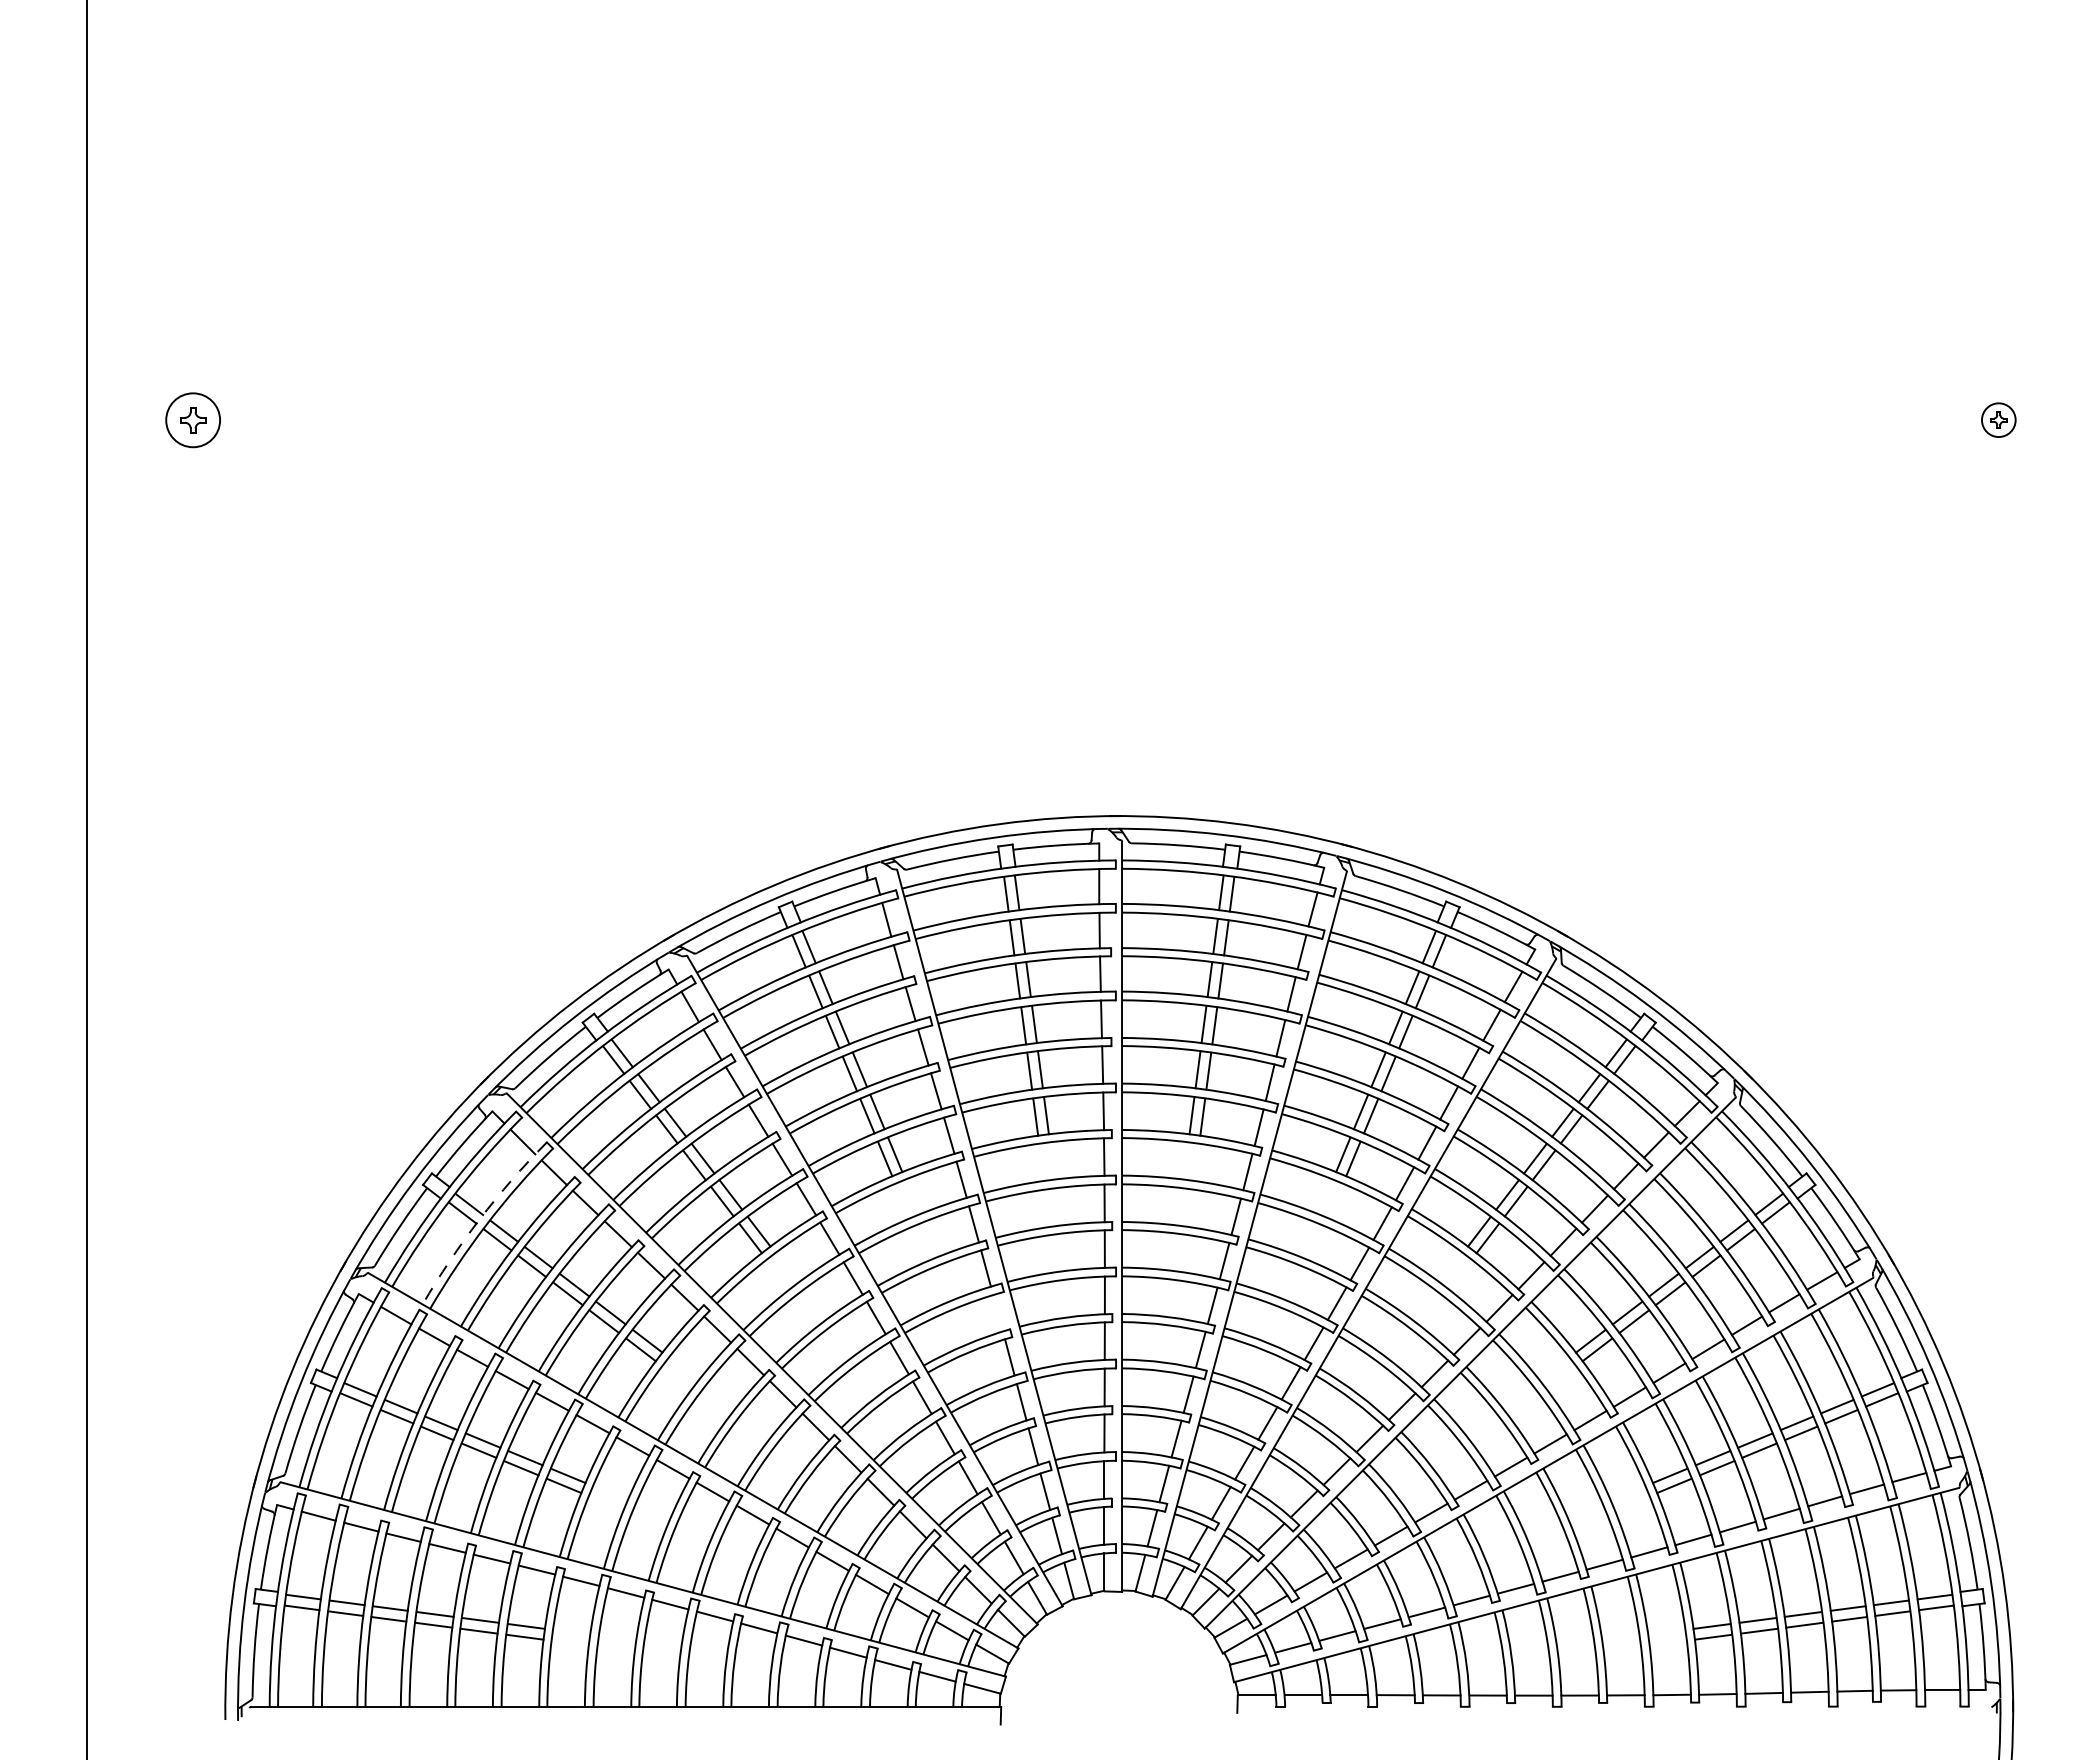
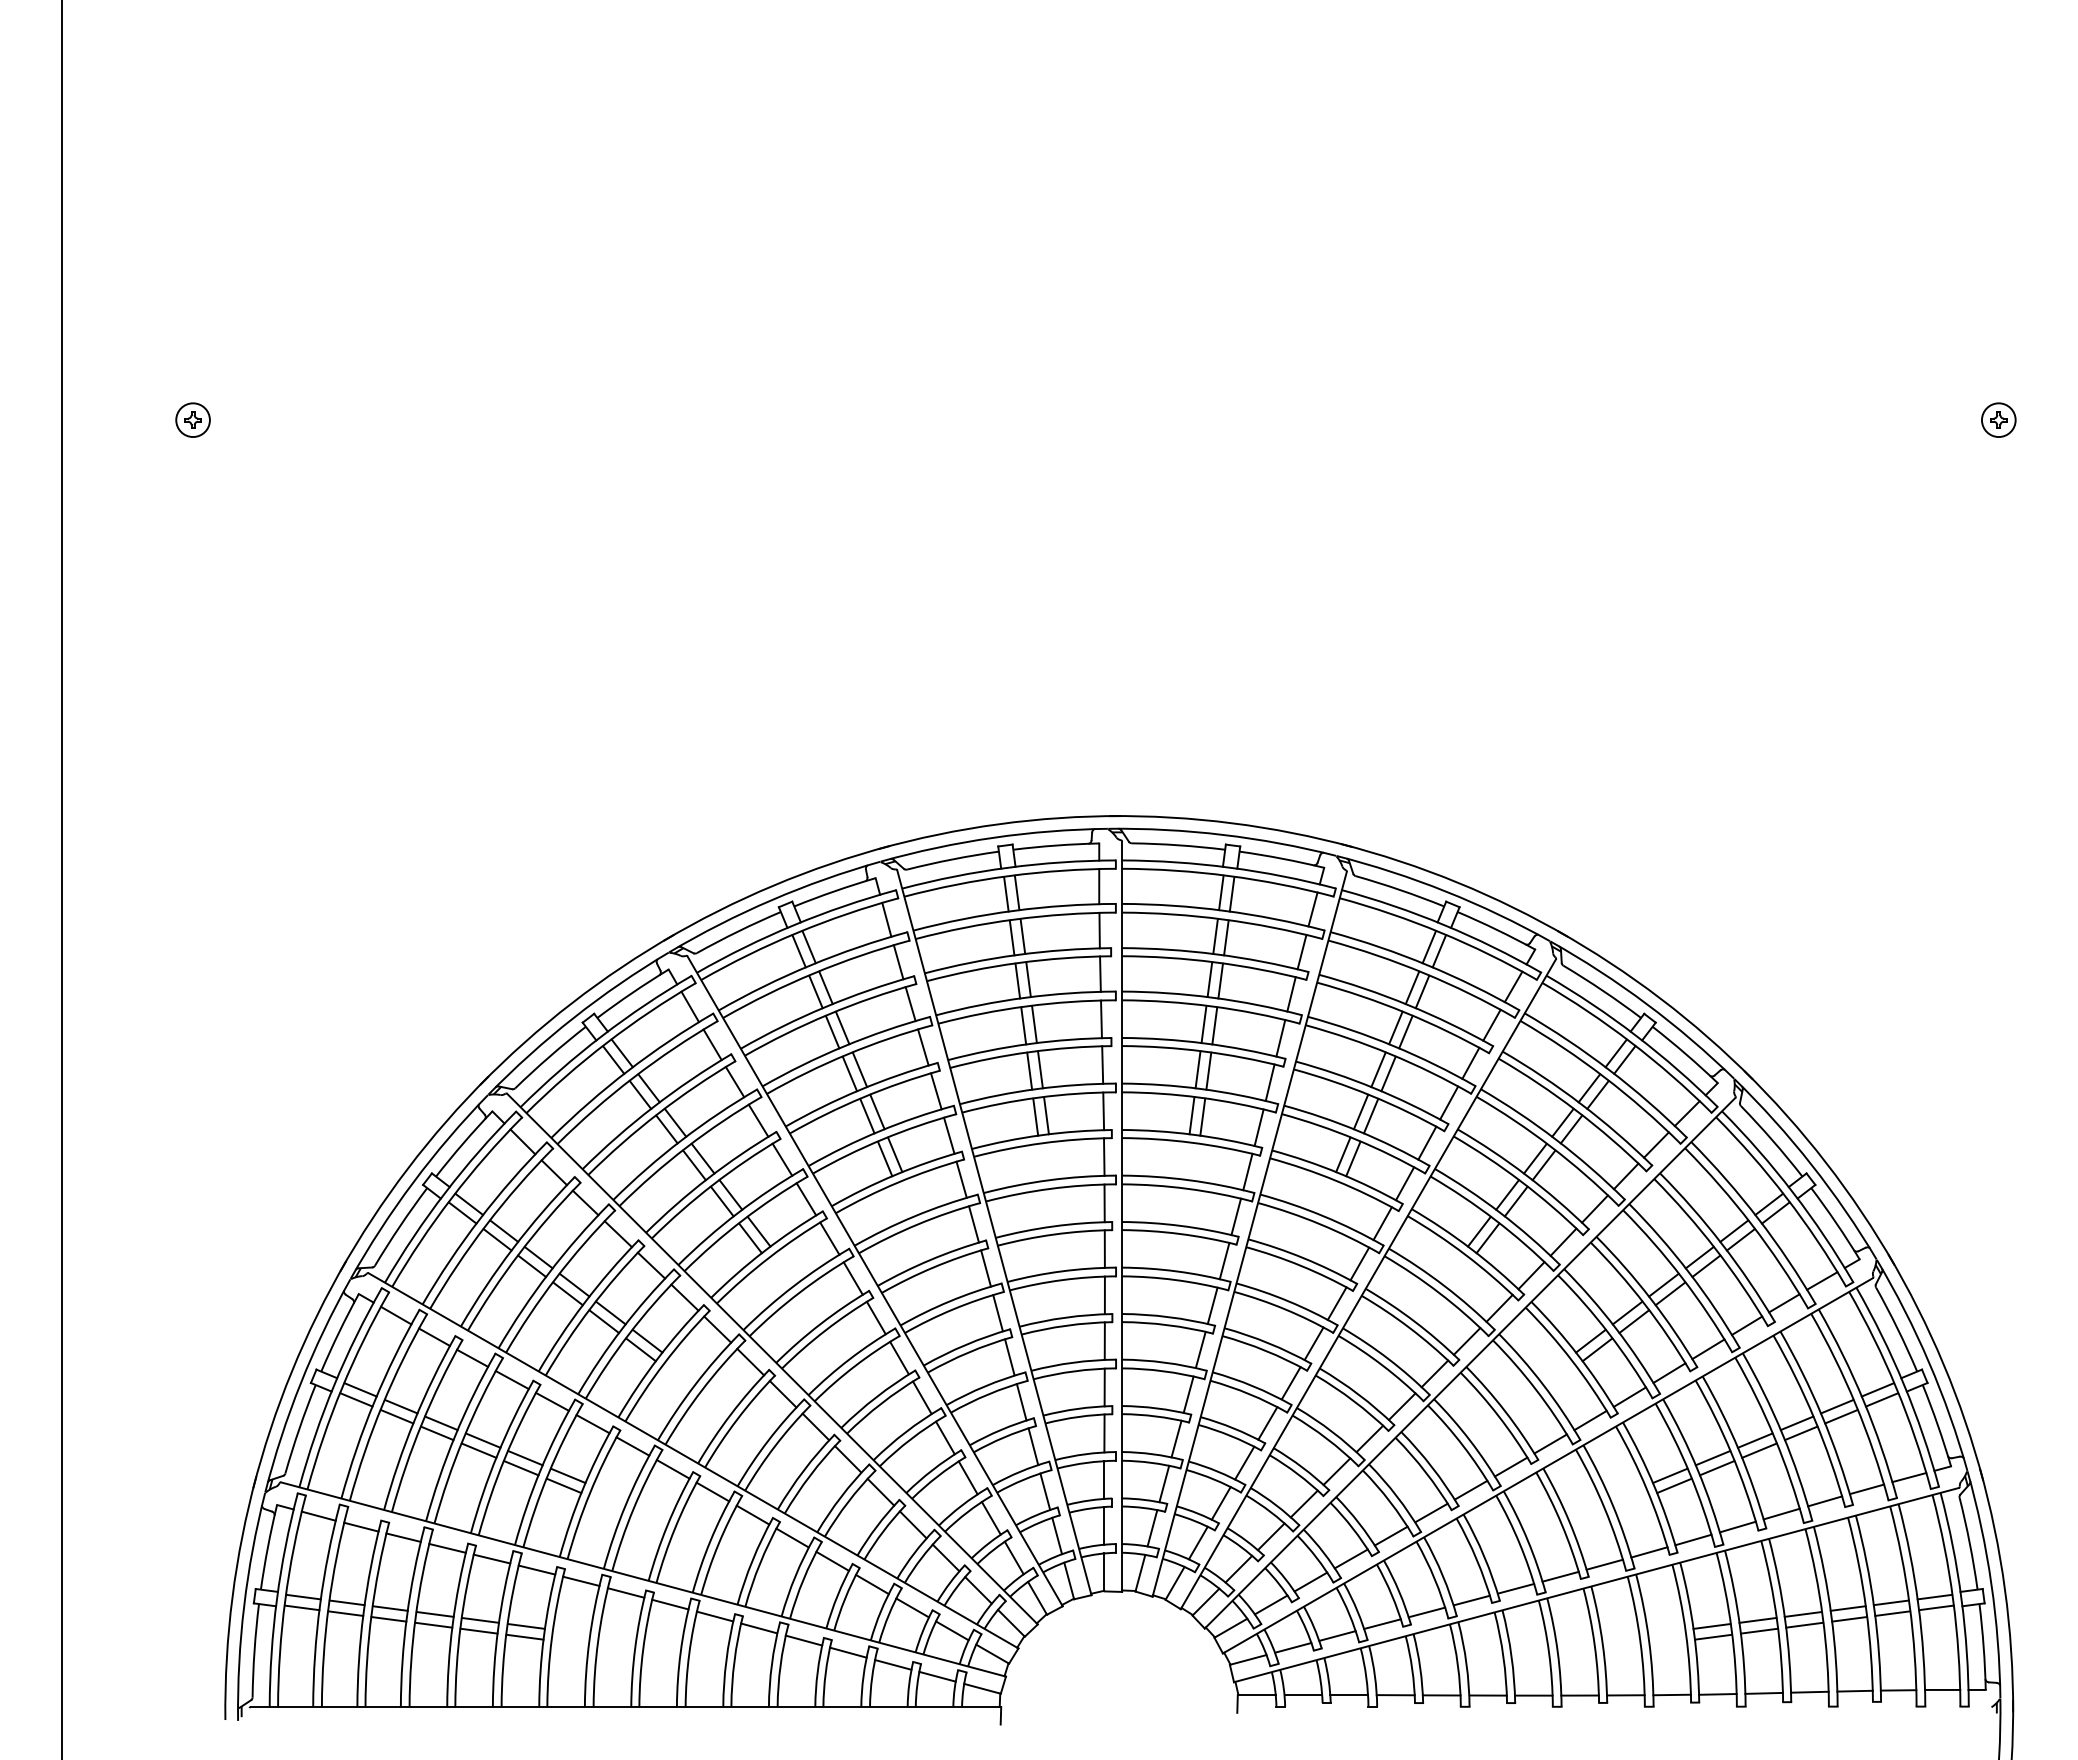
part at (192, 420) size: 56x57 px -> 36x36 px
line at (87, 879) position: (87, 879) -> (62, 879)
arc at (479, 1219): dashed -> solid
line at (997, 1313): none -> present
